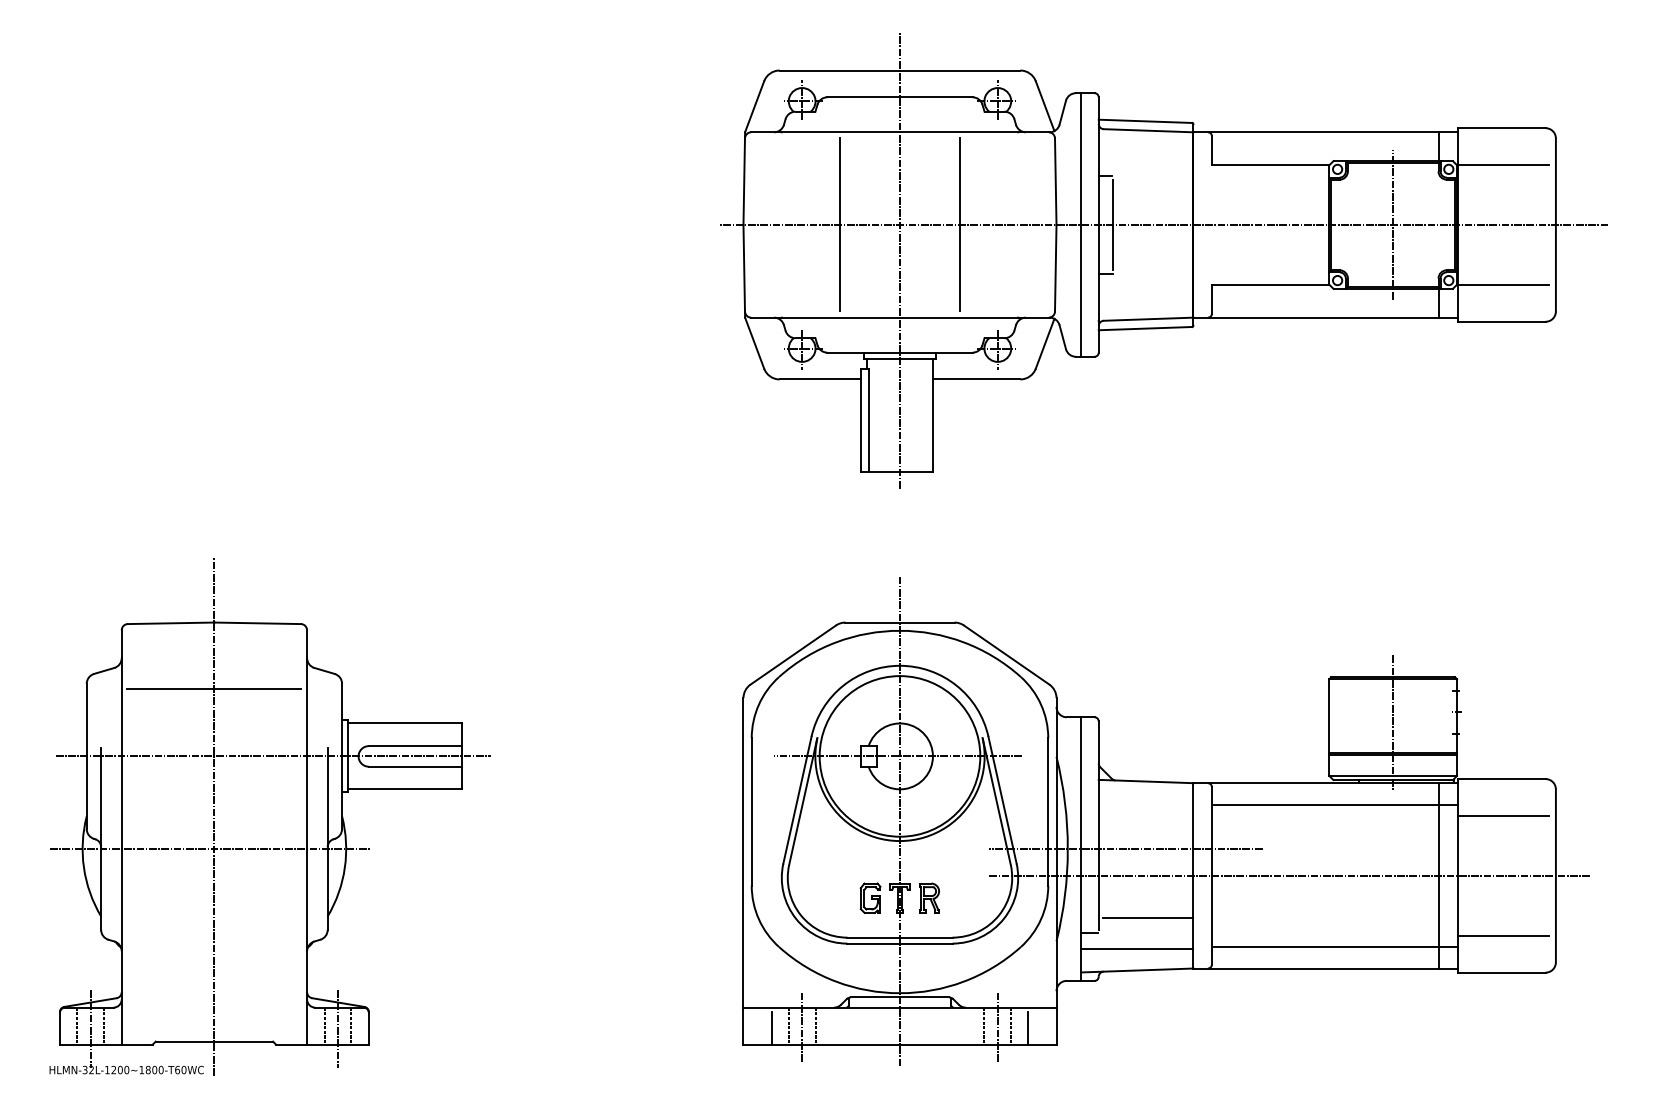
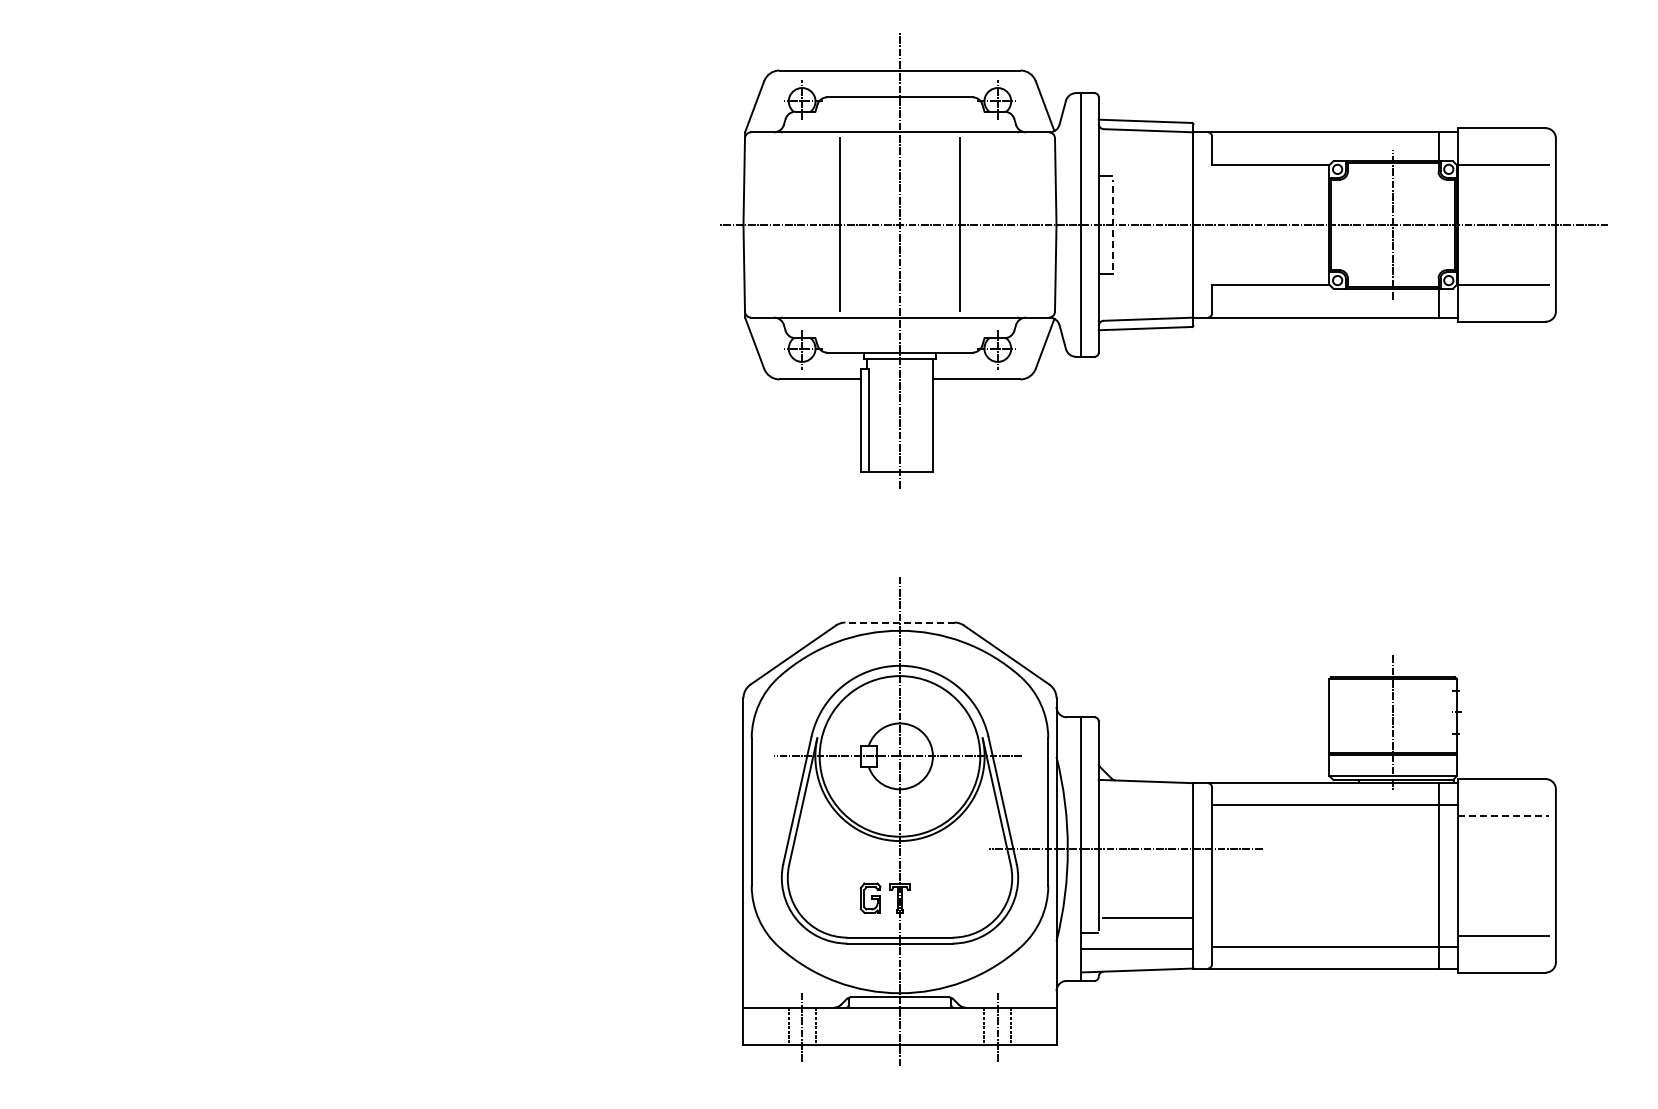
line at (1113, 224): solid -> dashed
line at (900, 622): solid -> dashed
part at (269, 816): present -> none
line at (1503, 816): solid -> dashed
line at (1289, 875): present -> none
part at (929, 897): present -> none
line at (772, 1027): present -> none
line at (1027, 1027): present -> none
